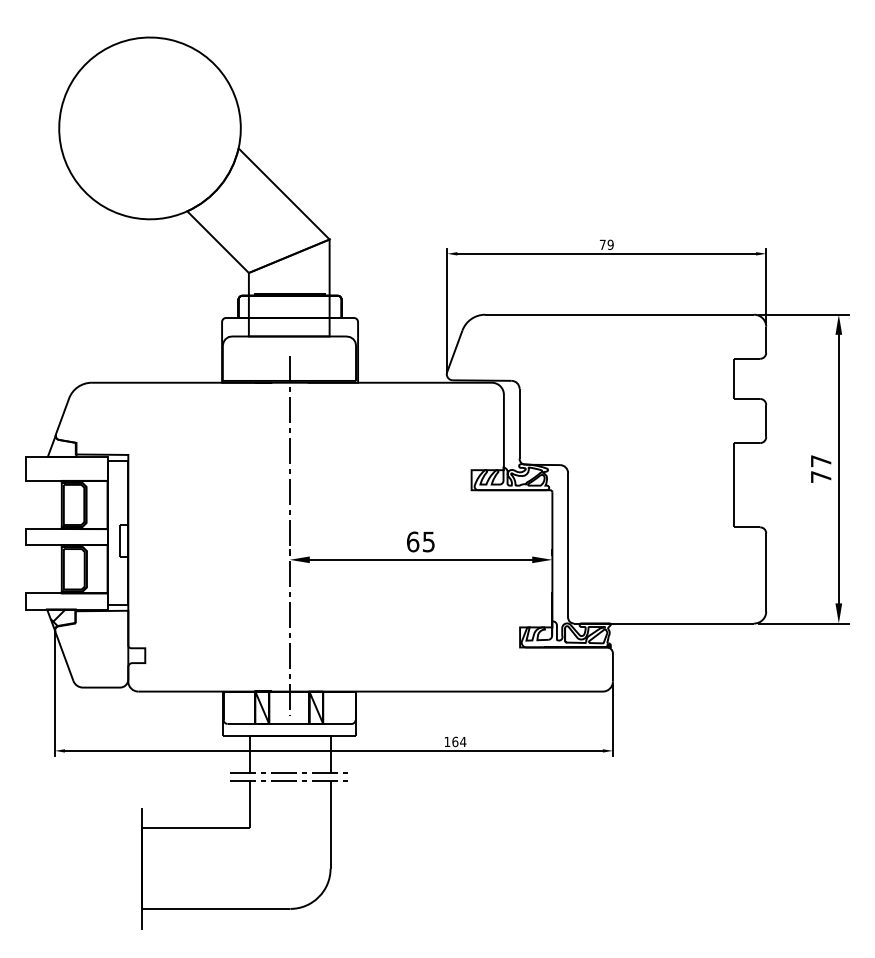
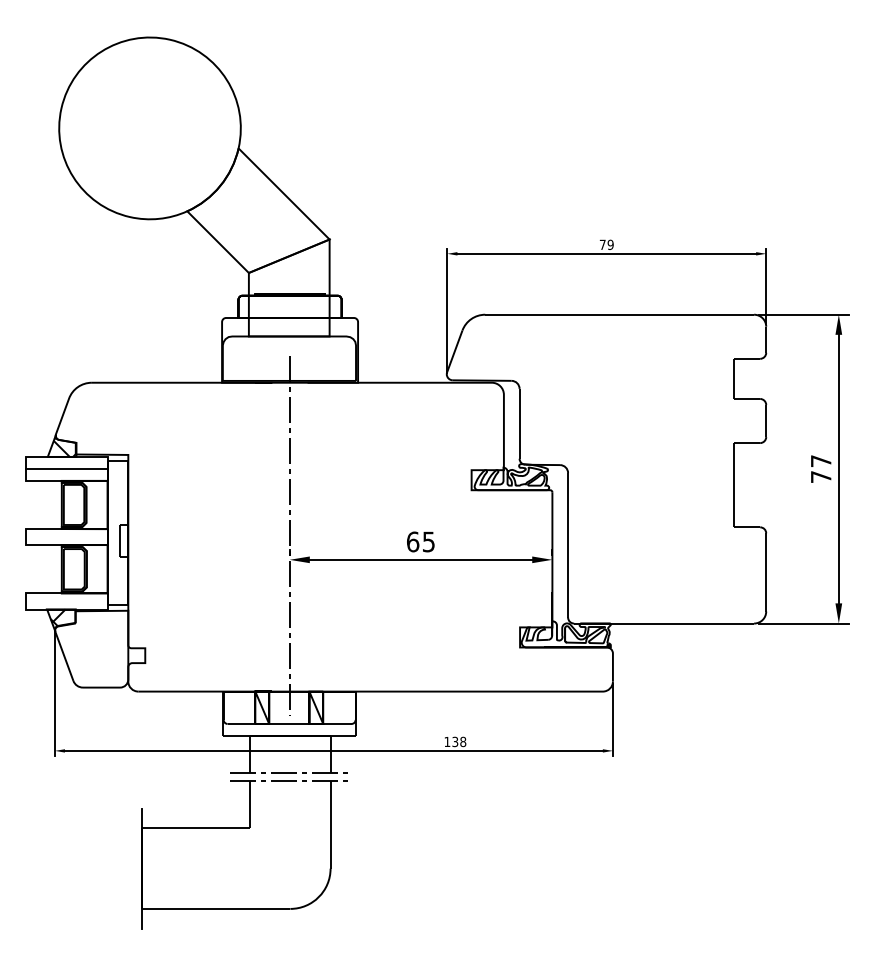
hatch at (64, 446): none -> present
line at (66, 469): none -> present
text at (459, 741): 164 -> 138
